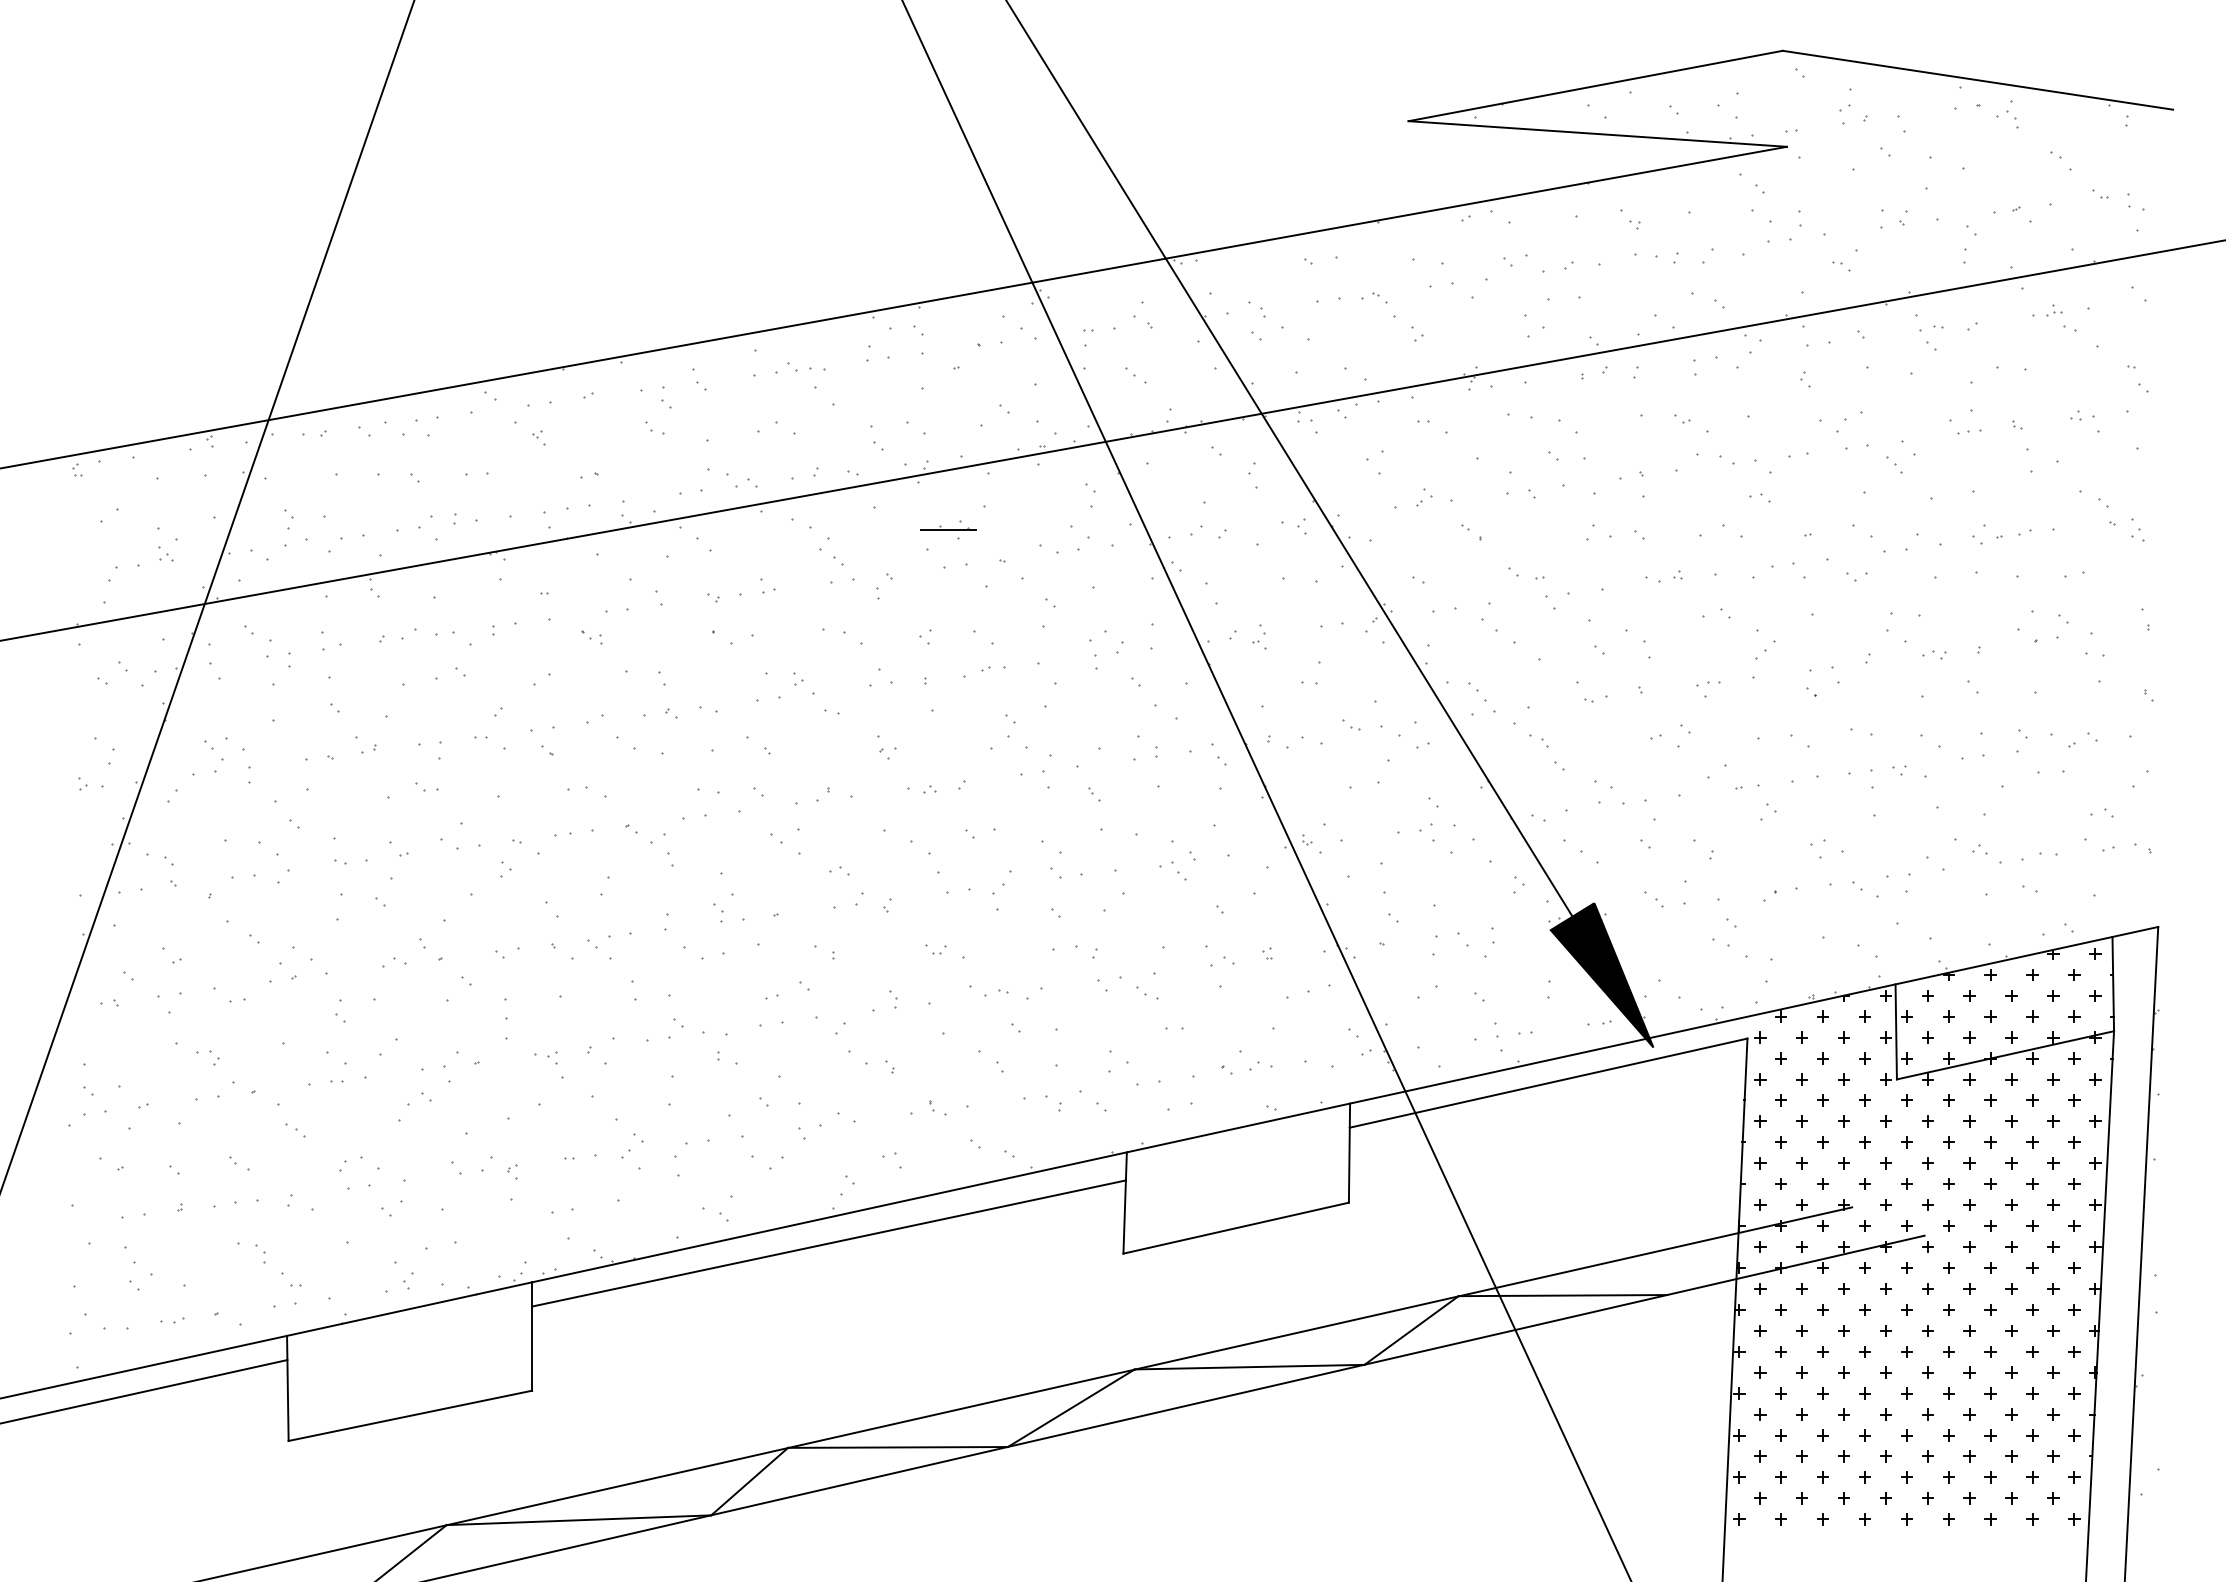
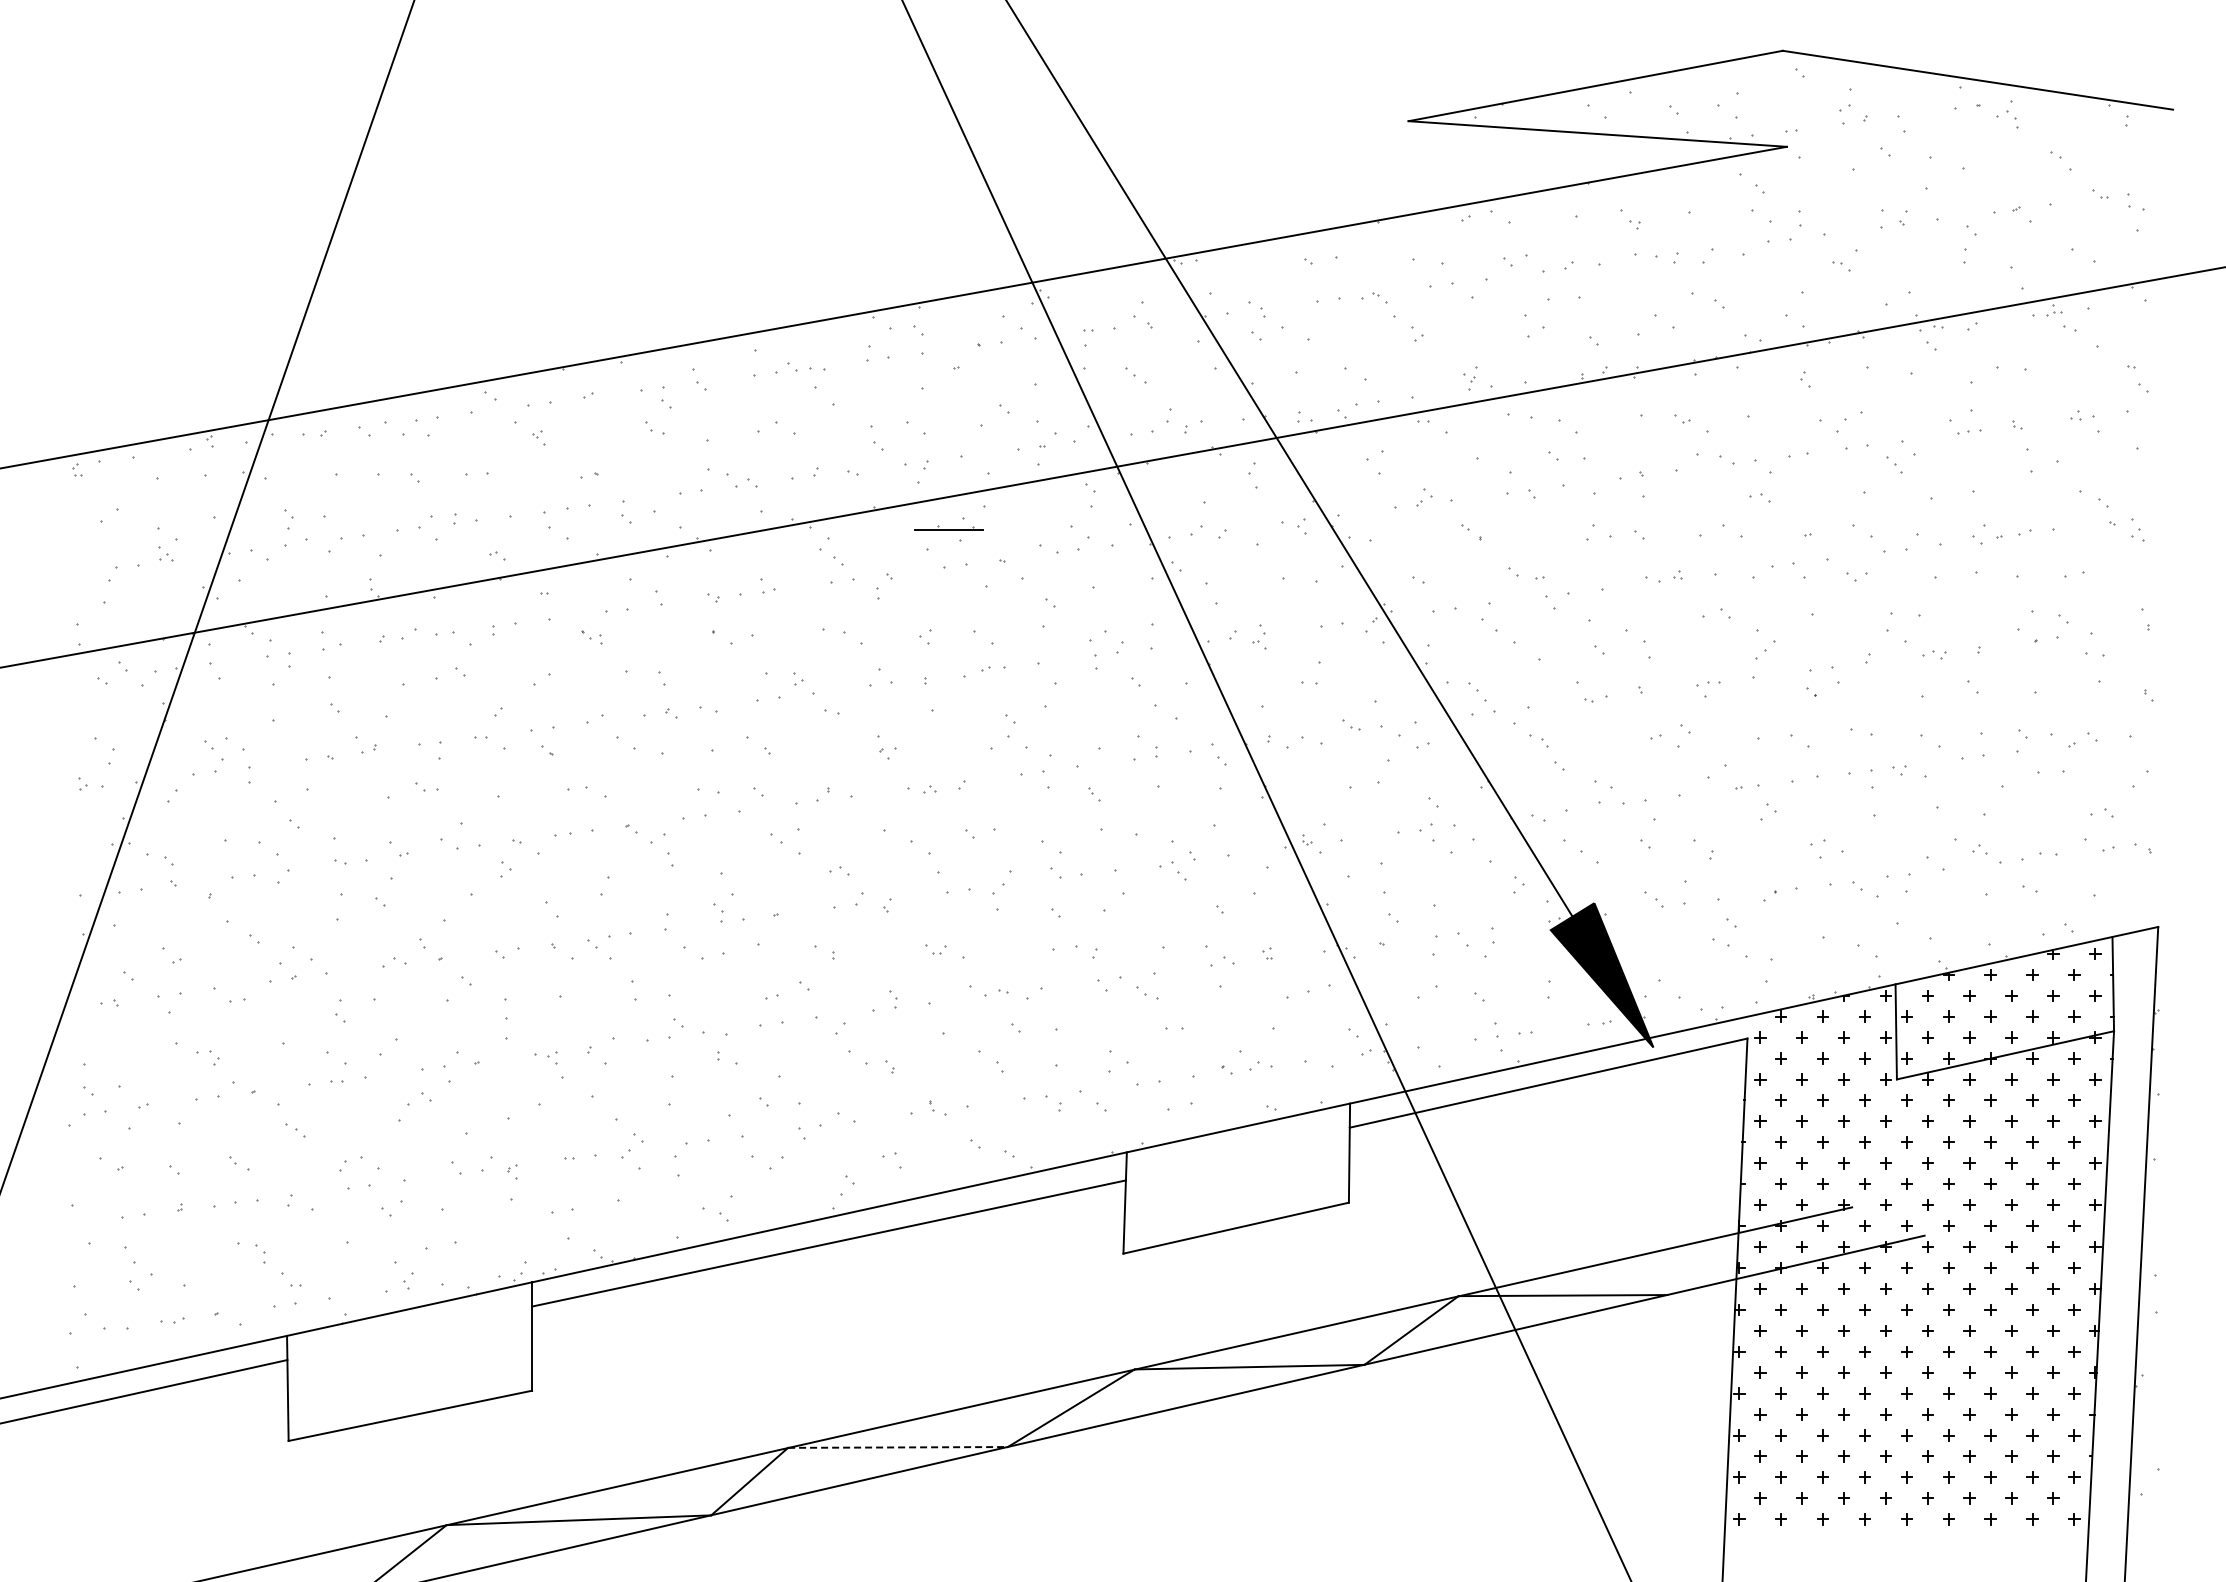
line at (1112, 440) position: (1112, 440) -> (1112, 467)
part at (948, 529) size: 57x20 px -> 70x25 px
line at (898, 1447): solid -> dashed
